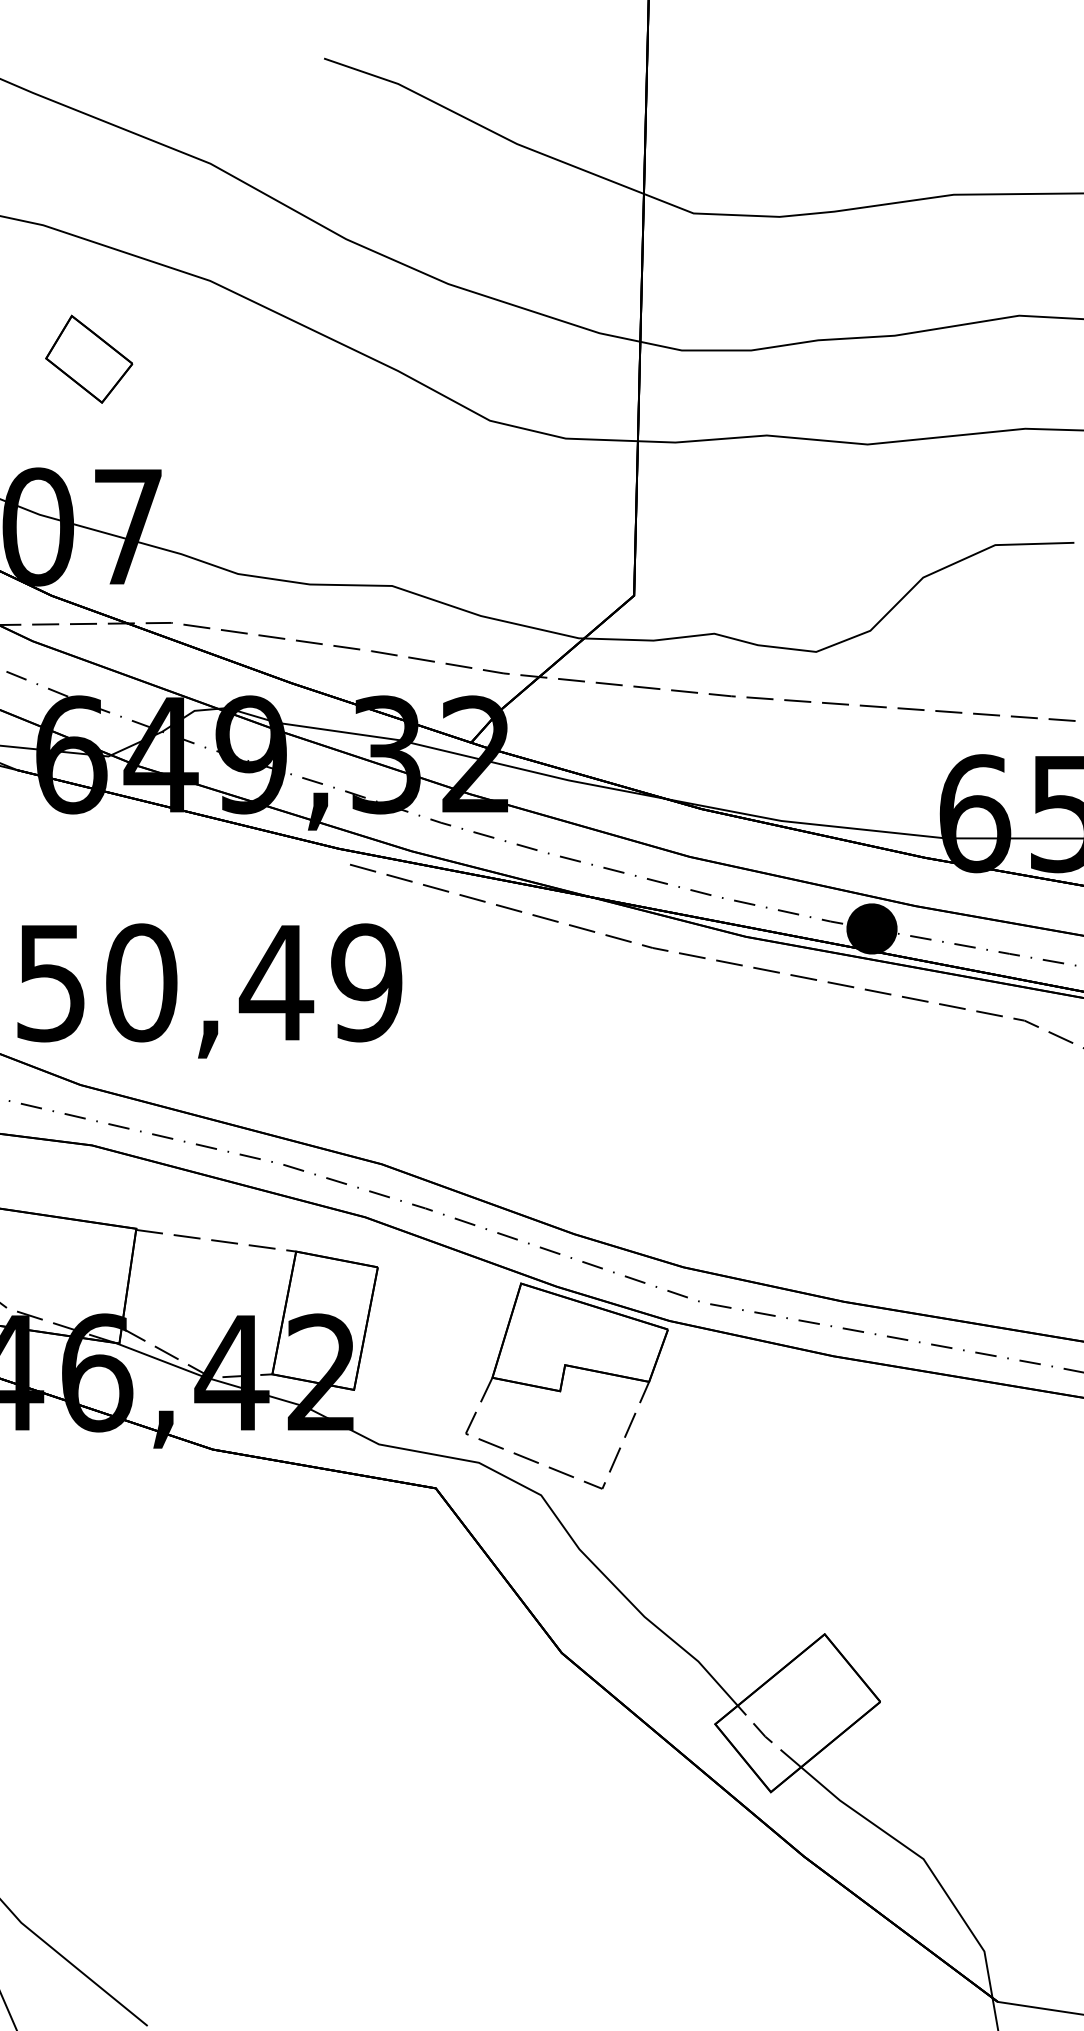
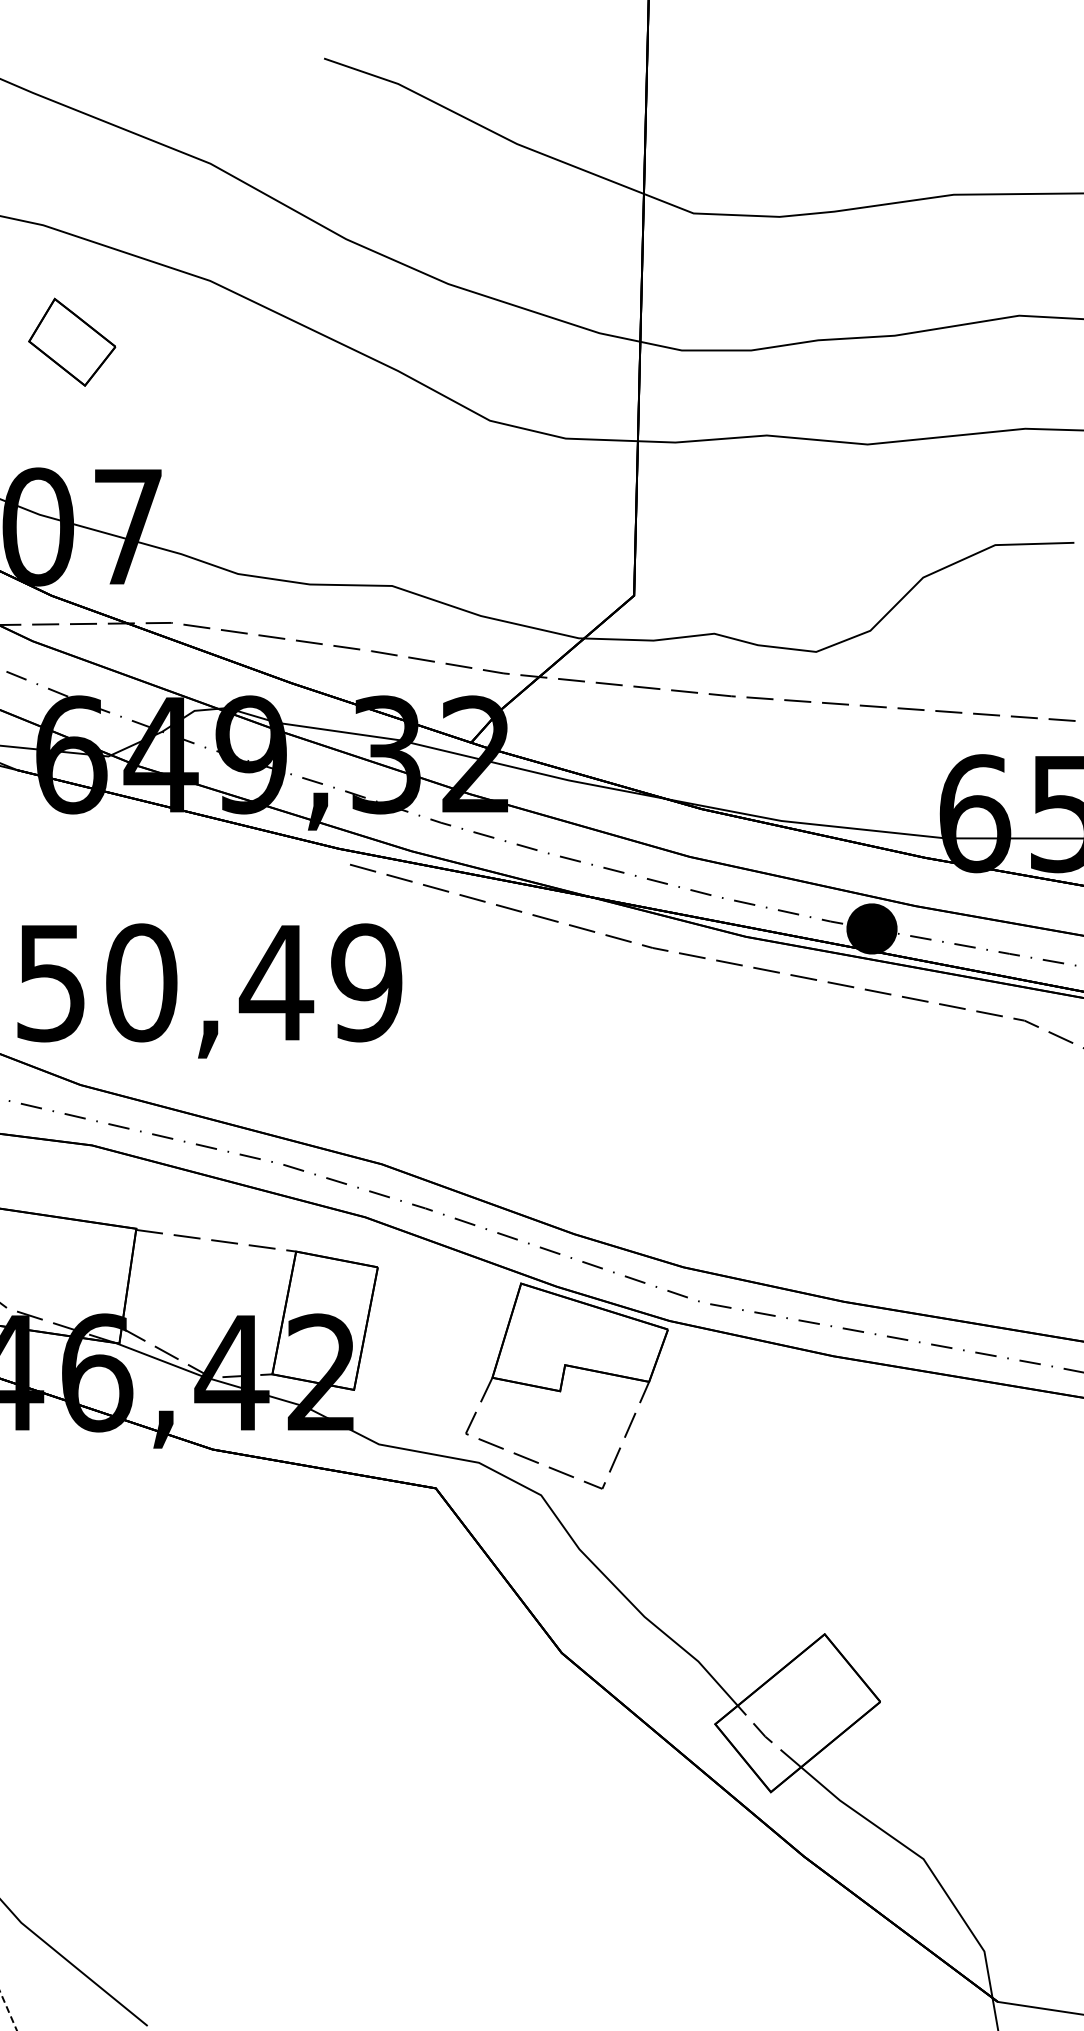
part at (89, 358) position: (89, 358) -> (72, 341)
line at (8, 2011): solid -> dashed
